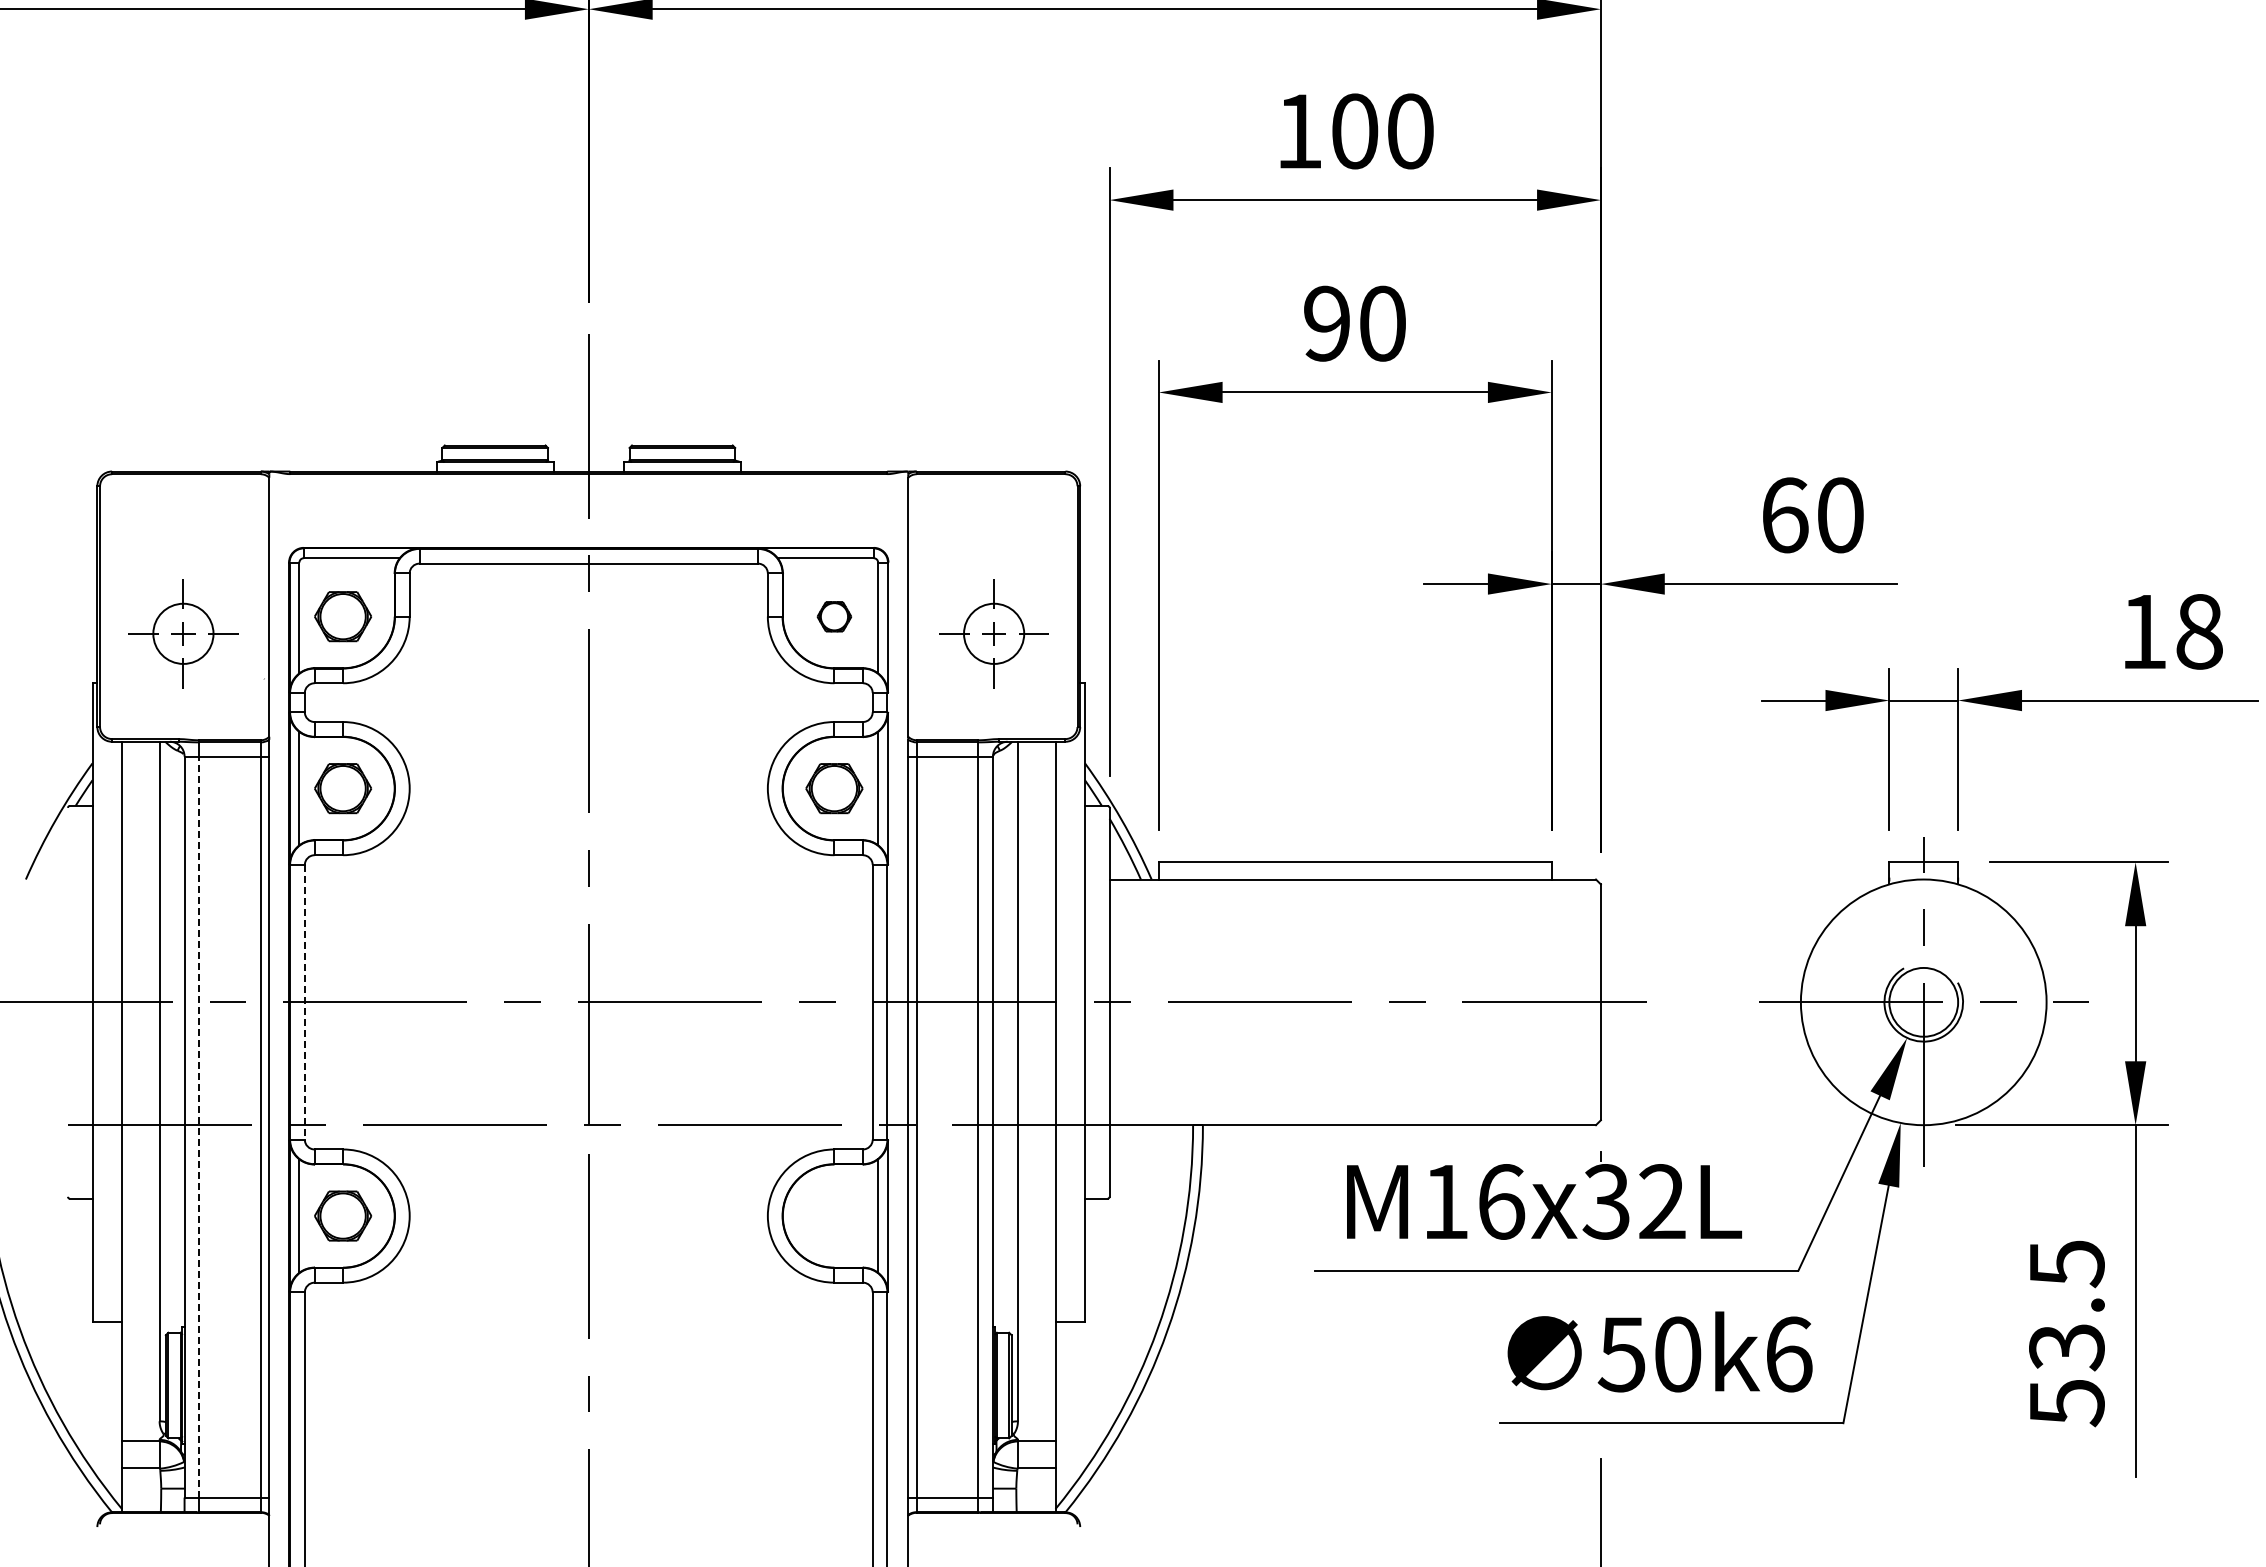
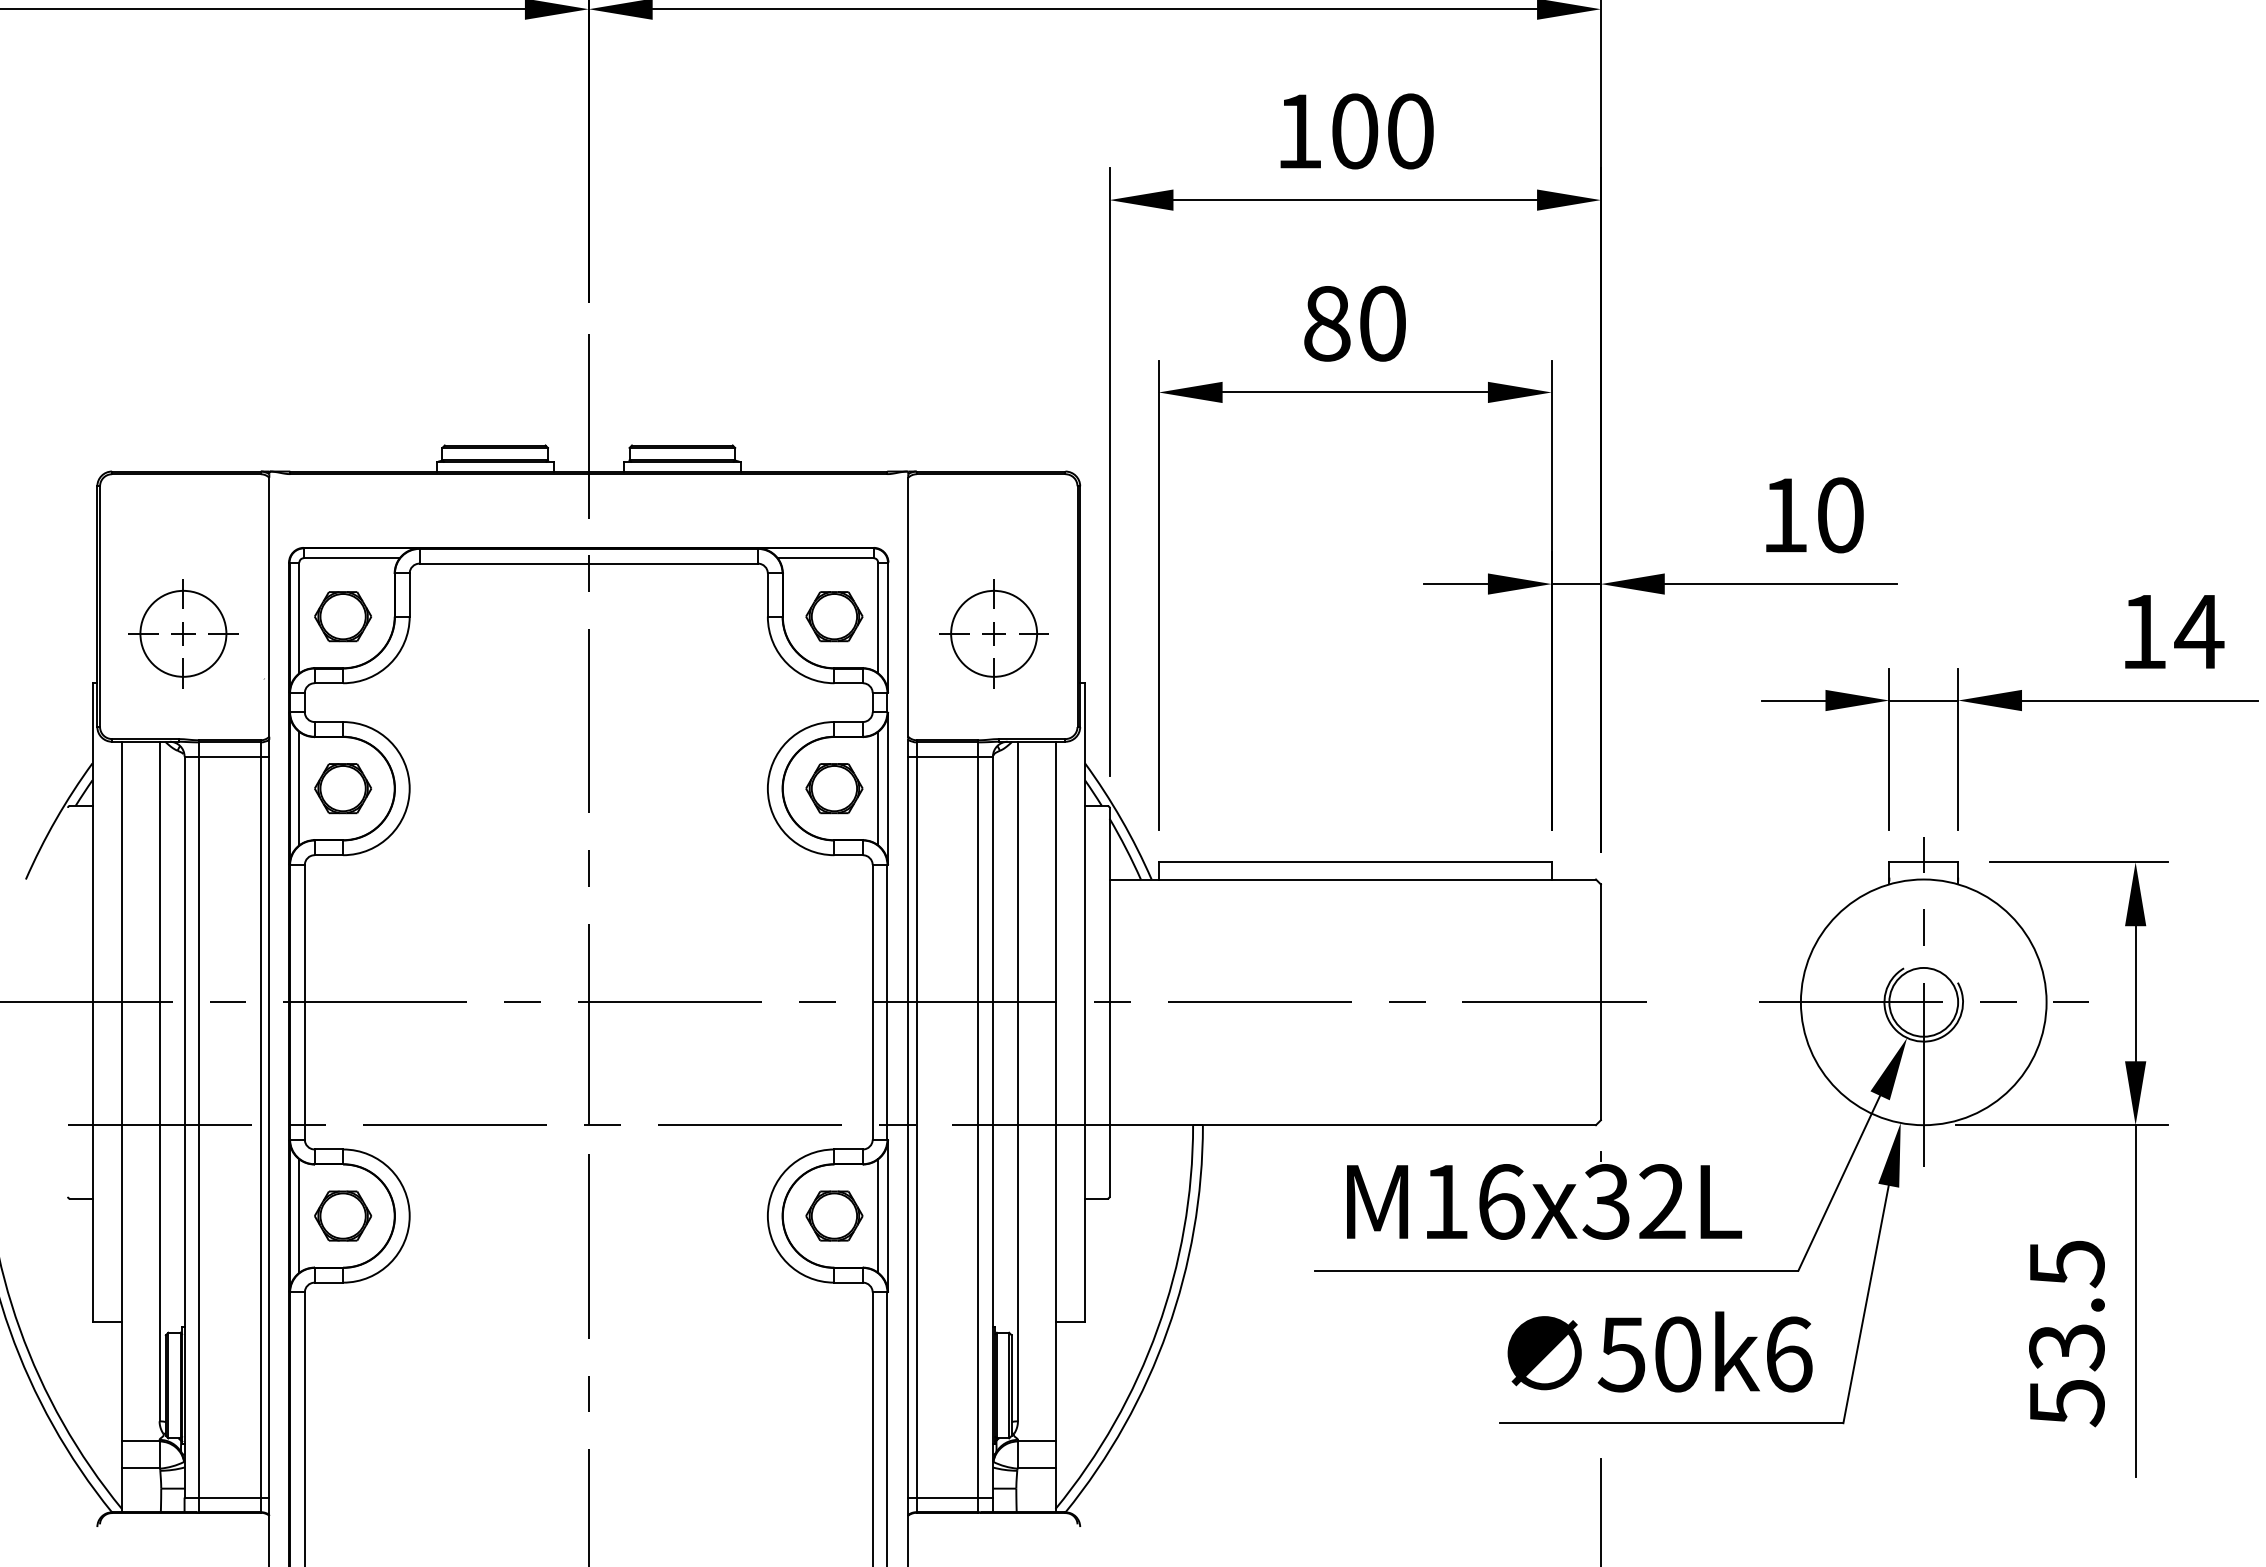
text at (1327, 323): 90 -> 80
text at (1785, 515): 60 -> 10
part at (834, 616) size: 37x32 px -> 59x52 px
text at (2199, 631): 18 -> 14
circle at (183, 633) diameter: 60 px -> 86 px
circle at (994, 633) diameter: 60 px -> 86 px
line at (304, 1002): dashed -> solid
line at (199, 1127): dashed -> solid
part at (834, 1215): none -> present
